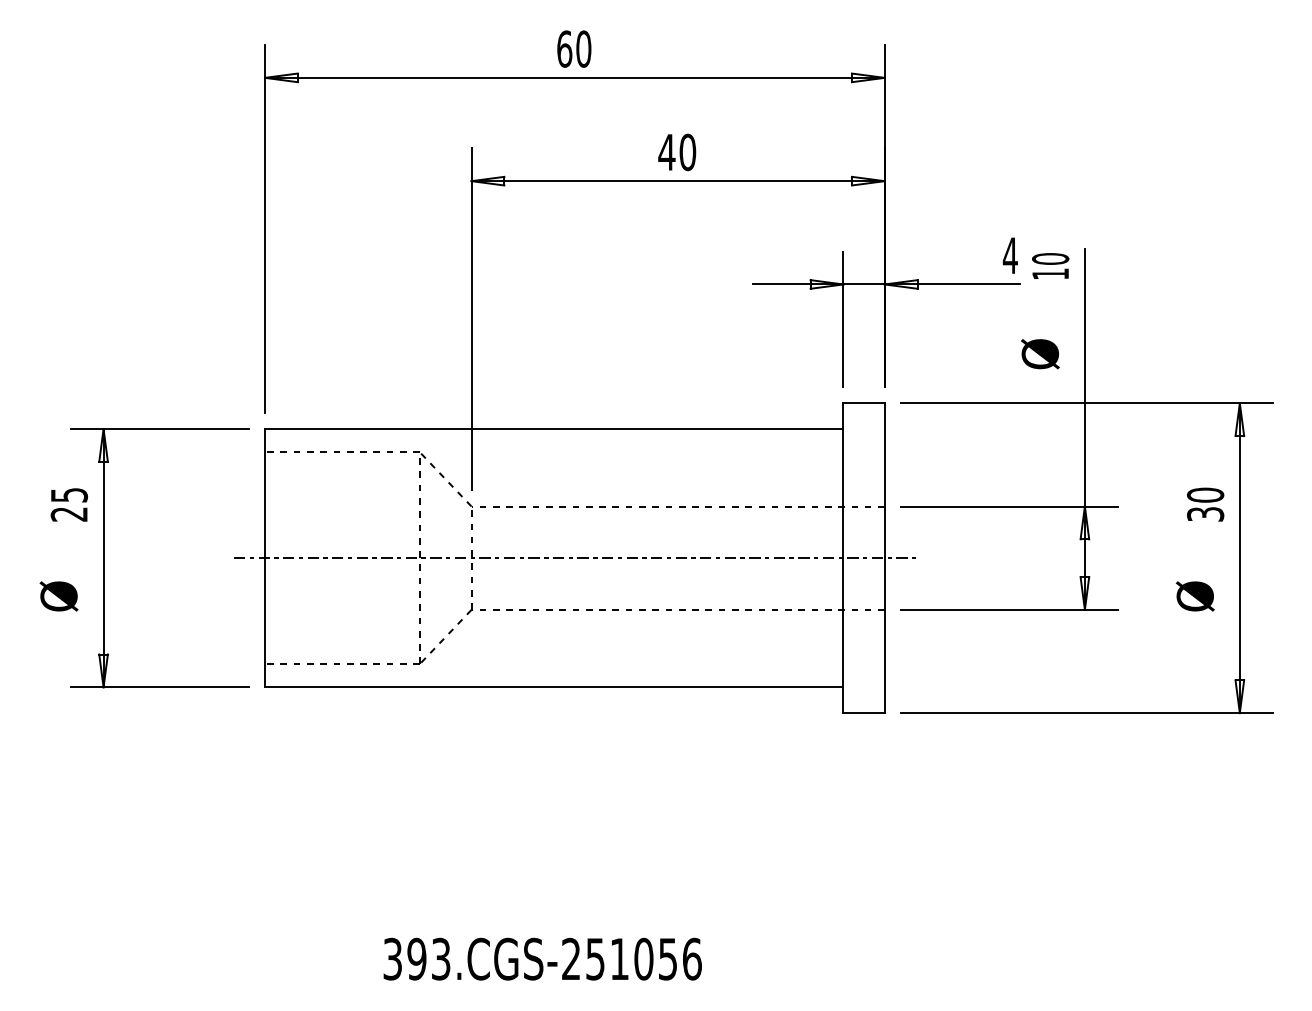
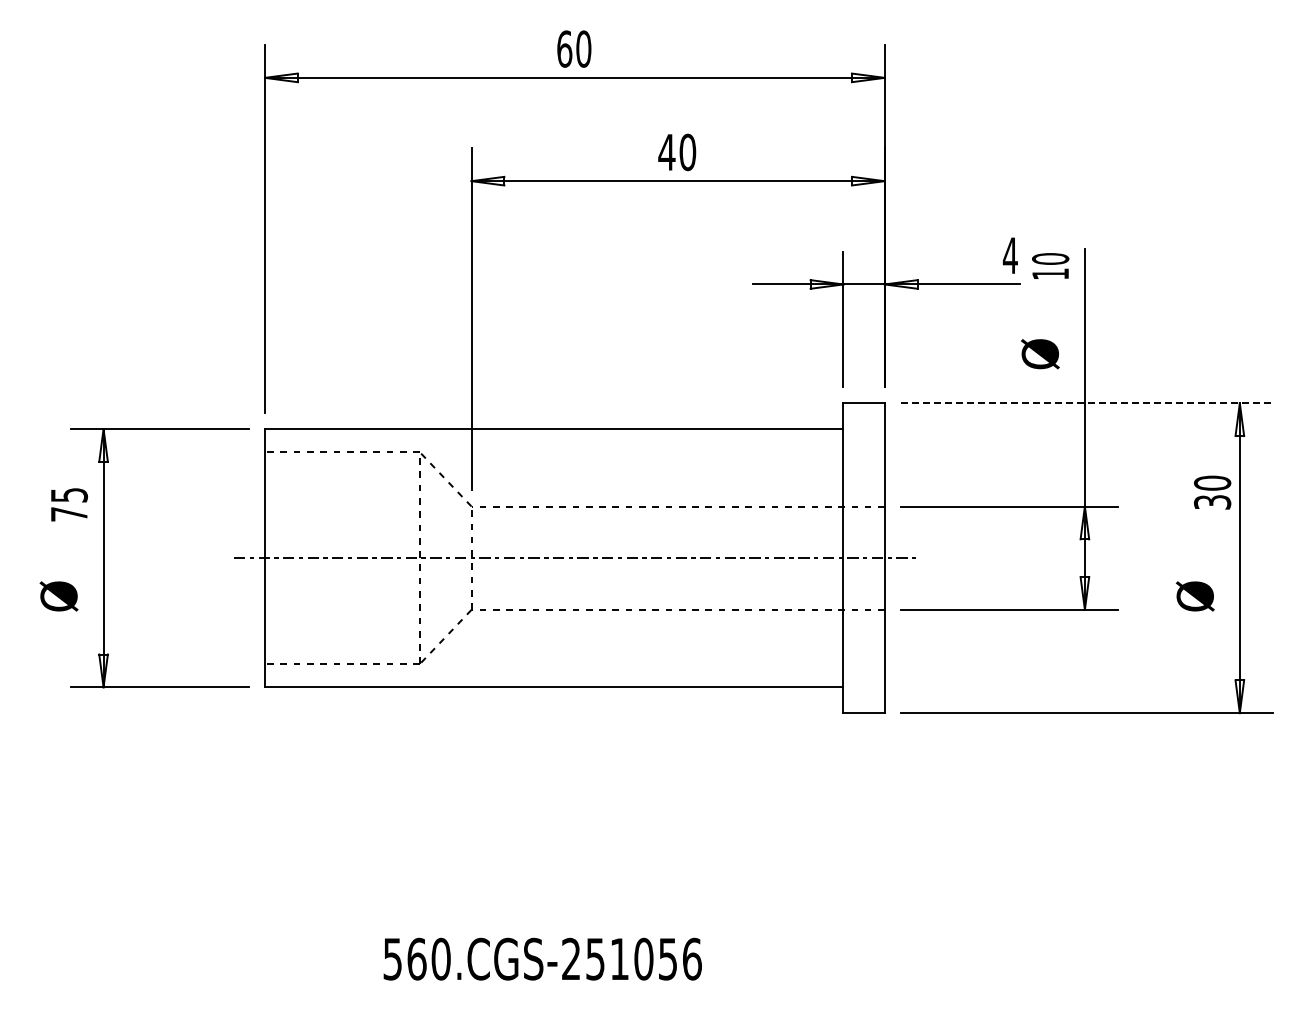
line at (1086, 403): solid -> dashed
text at (1205, 504) position: (1205, 504) -> (1212, 492)
text at (68, 514): 25 -> 75
text at (417, 958): 393.CGS-251056 -> 560.CGS-251056
